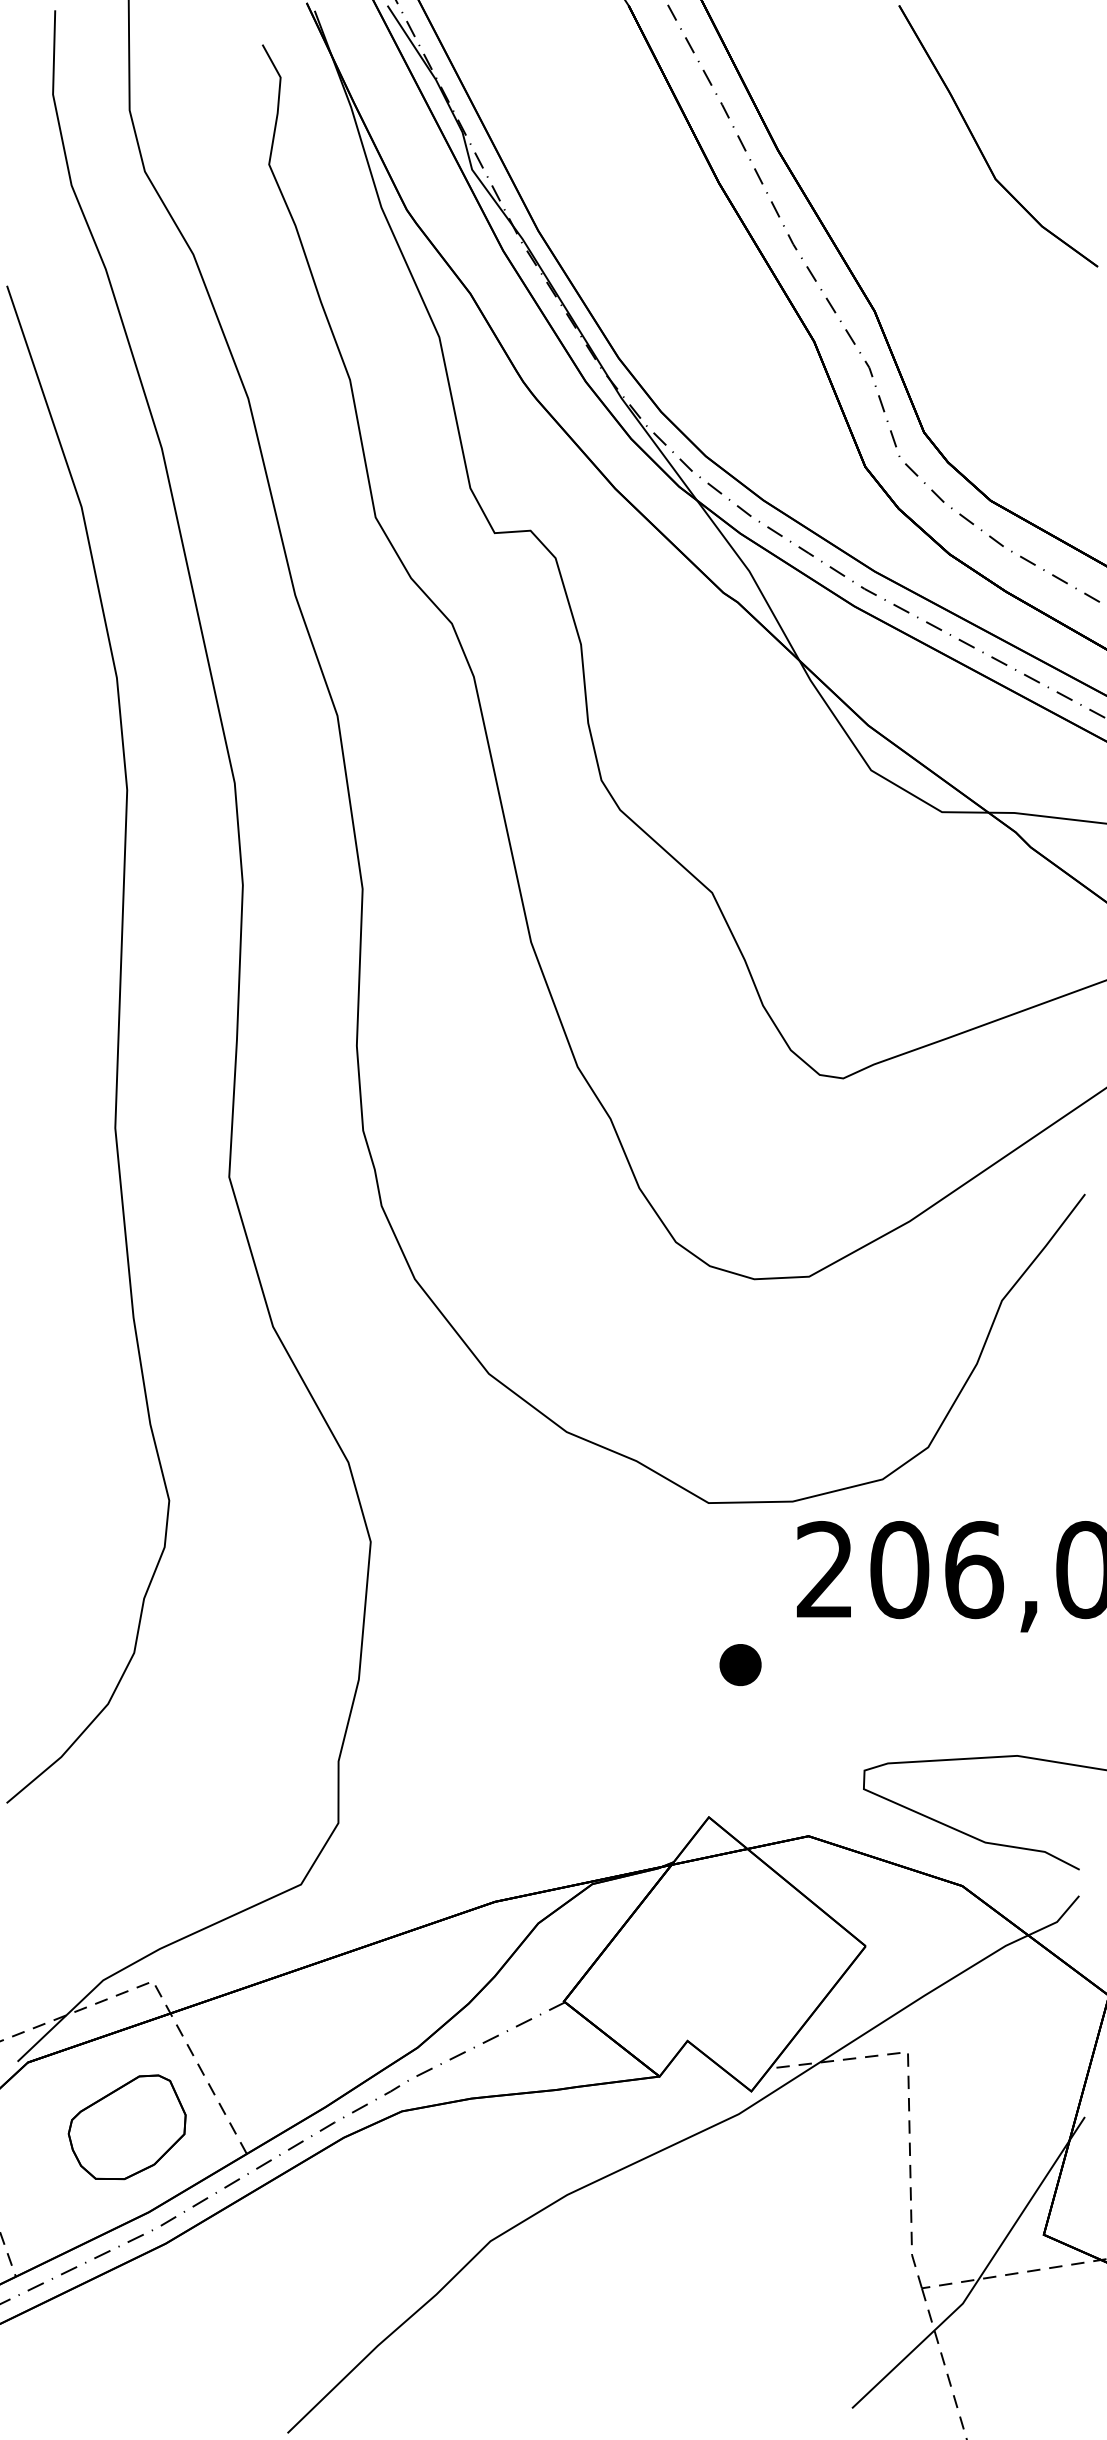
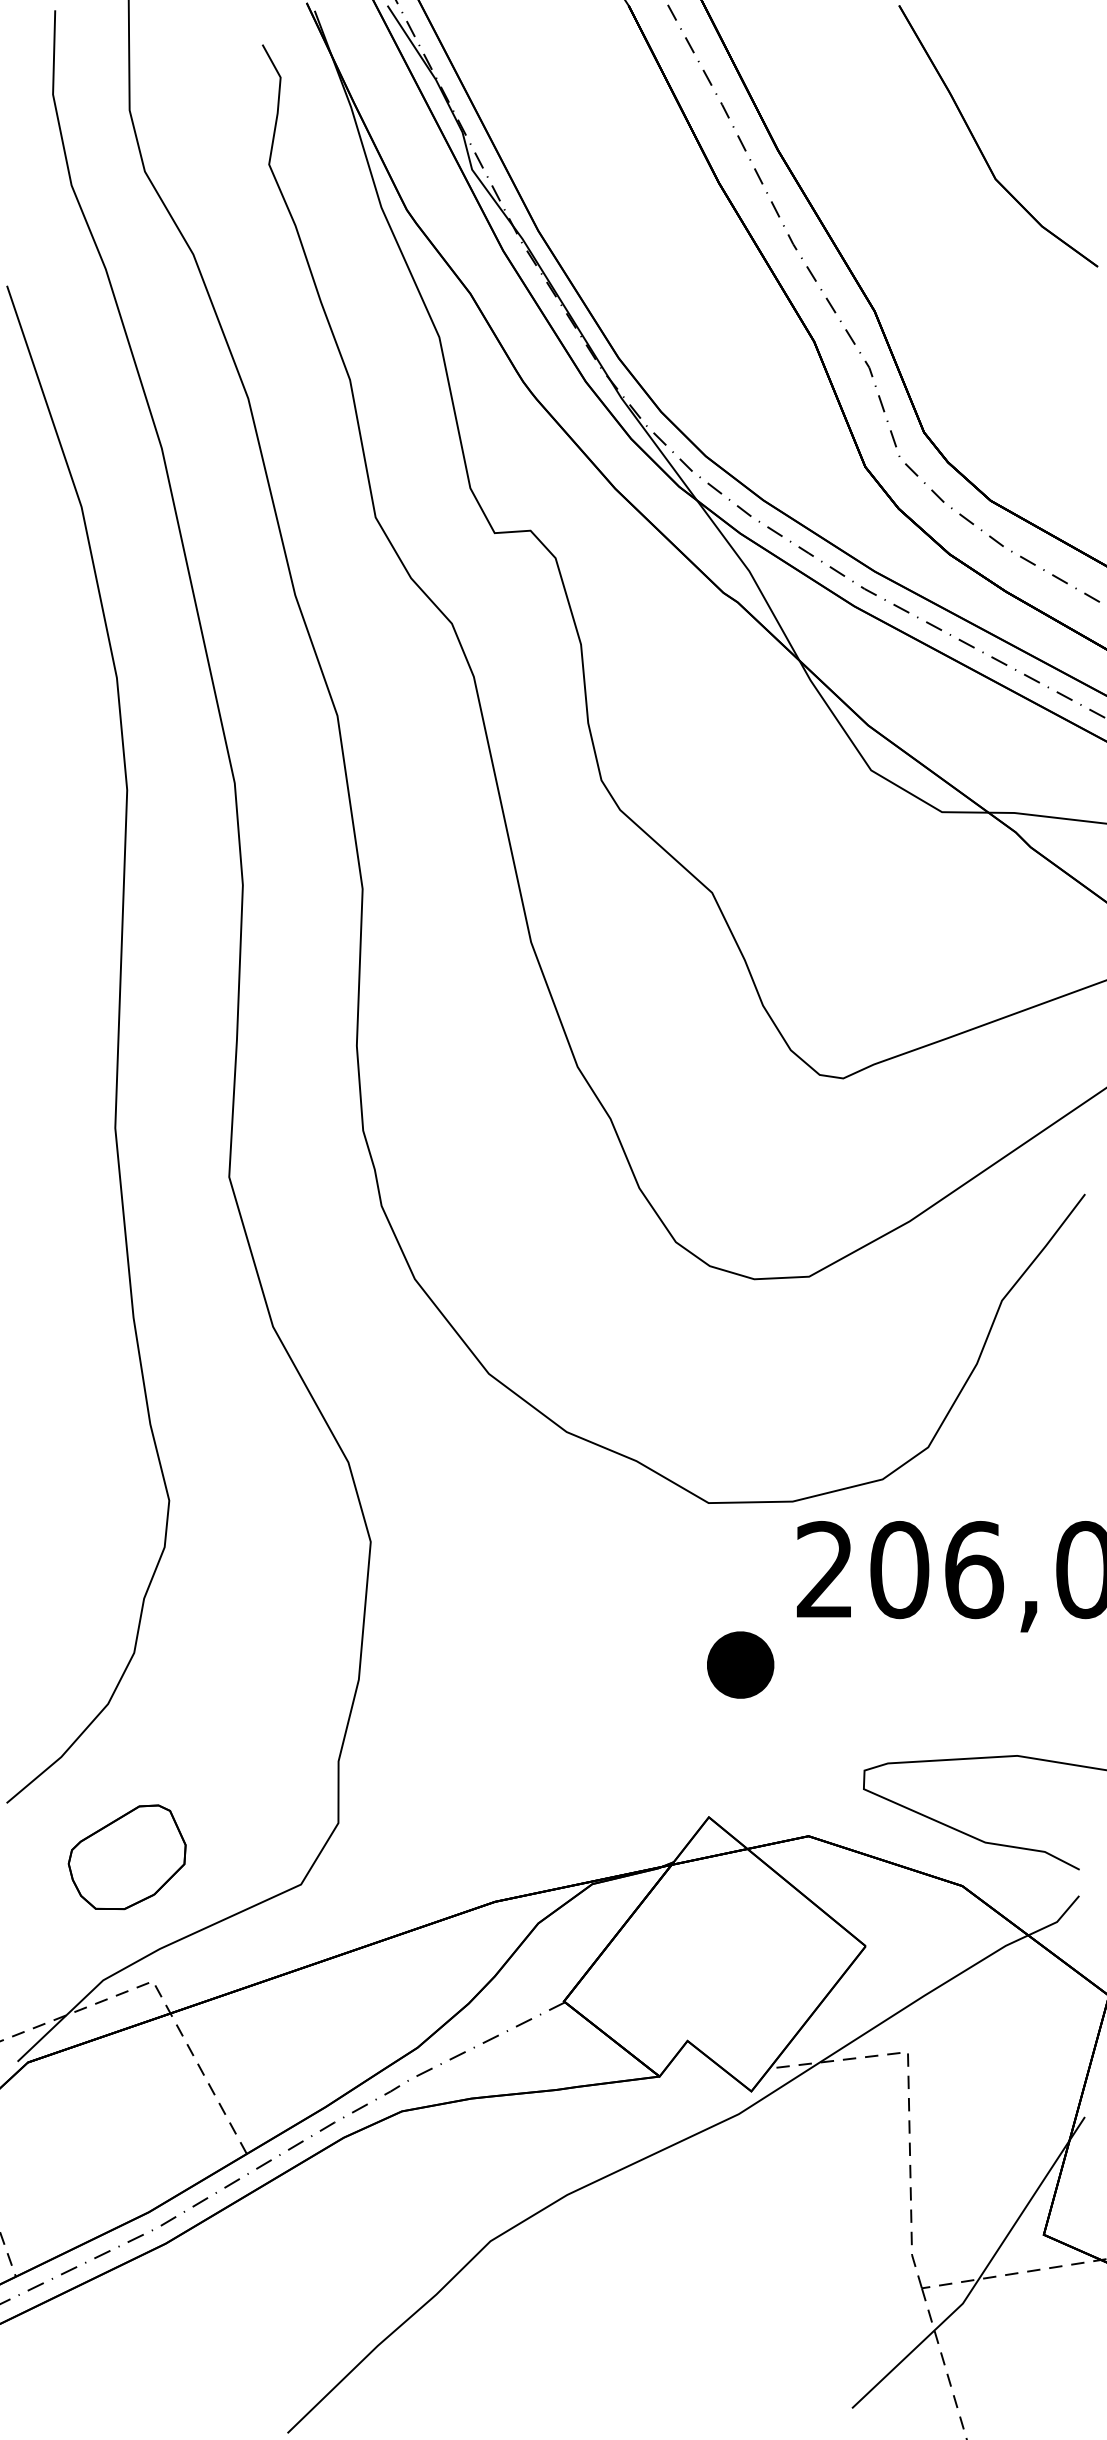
part at (740, 1664) size: 43x42 px -> 68x68 px
part at (126, 2127) position: (126, 2127) -> (126, 1857)
